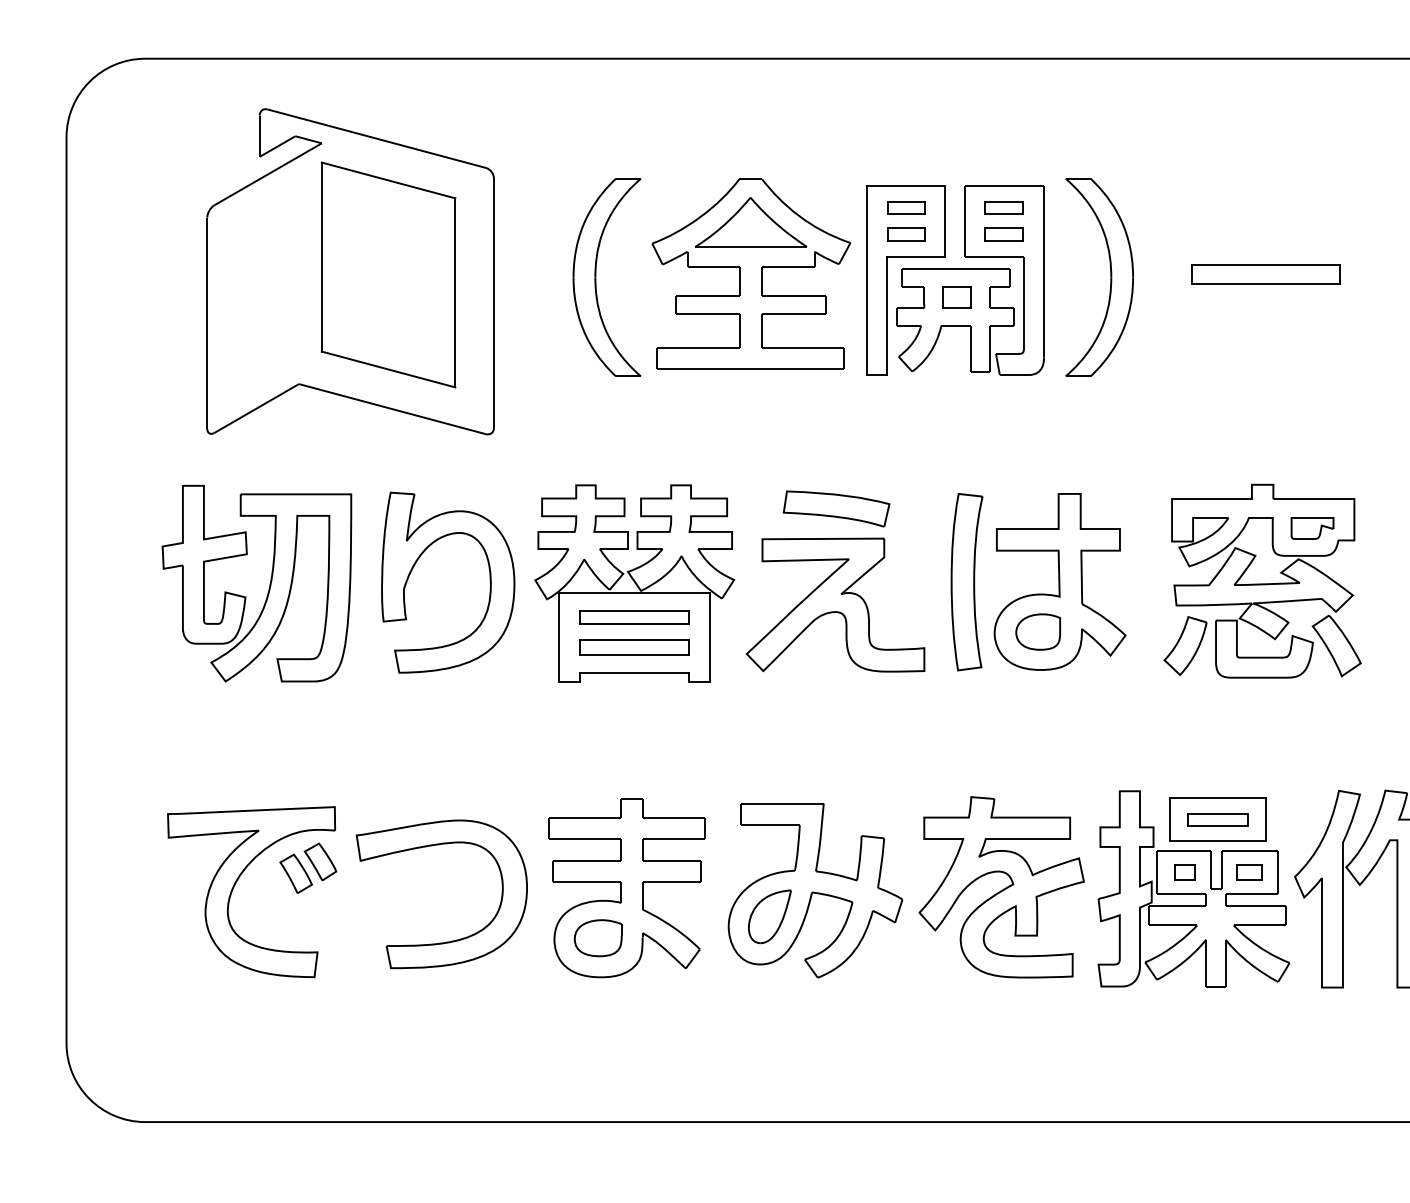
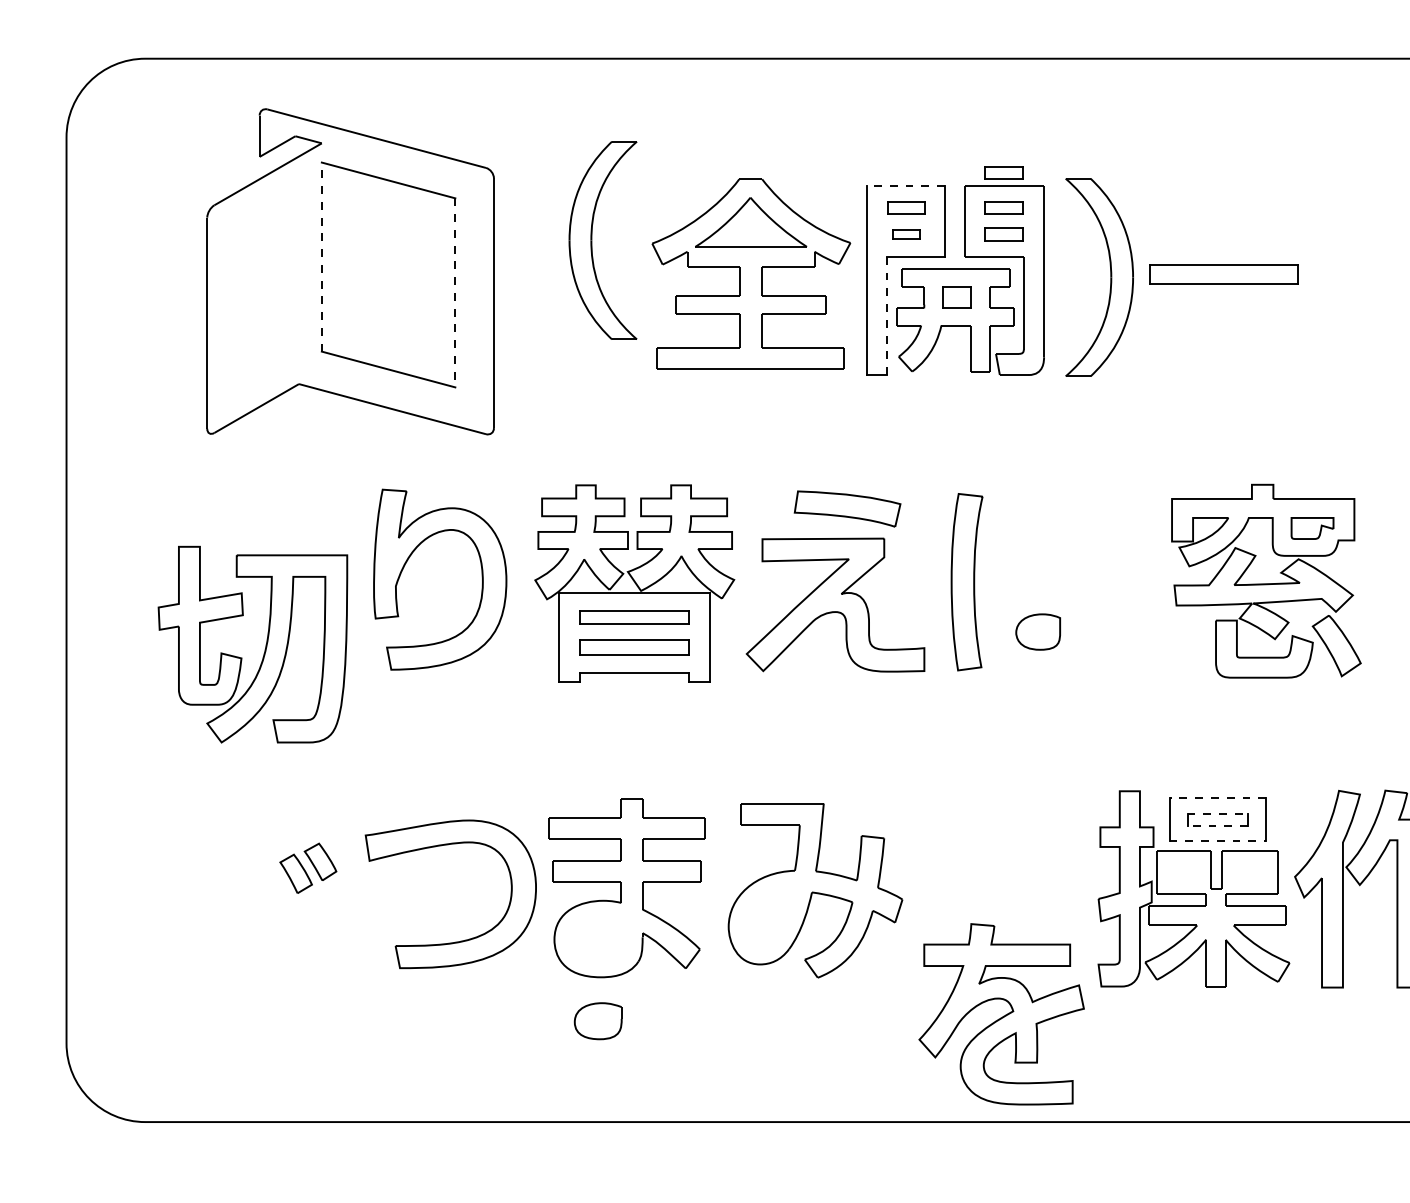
part at (1003, 172): none -> present
line at (906, 186): solid -> dashed
part at (906, 234) size: 39x15 px -> 29x11 px
line at (321, 257): solid -> dashed
part at (1265, 274) position: (1265, 274) -> (1223, 274)
part at (596, 277) position: (596, 277) -> (592, 240)
line at (455, 292): solid -> dashed
line at (887, 315): solid -> dashed
part at (836, 508) position: (836, 508) -> (847, 508)
part at (416, 563) position: (416, 563) -> (408, 560)
part at (1059, 581): present -> none
part at (269, 583) position: (269, 583) -> (265, 644)
part at (1185, 646): present -> none
line at (1217, 798): solid -> dashed
line at (1218, 814): solid -> dashed
line at (1217, 826): solid -> dashed
line at (1218, 841): solid -> dashed
part at (1184, 872): present -> none
part at (1249, 872): present -> none
part at (236, 883): present -> none
part at (1001, 887) position: (1001, 887) -> (1001, 1014)
part at (769, 916): present -> none
part at (597, 938) position: (597, 938) -> (597, 1021)
part at (451, 940) position: (451, 940) -> (460, 940)
